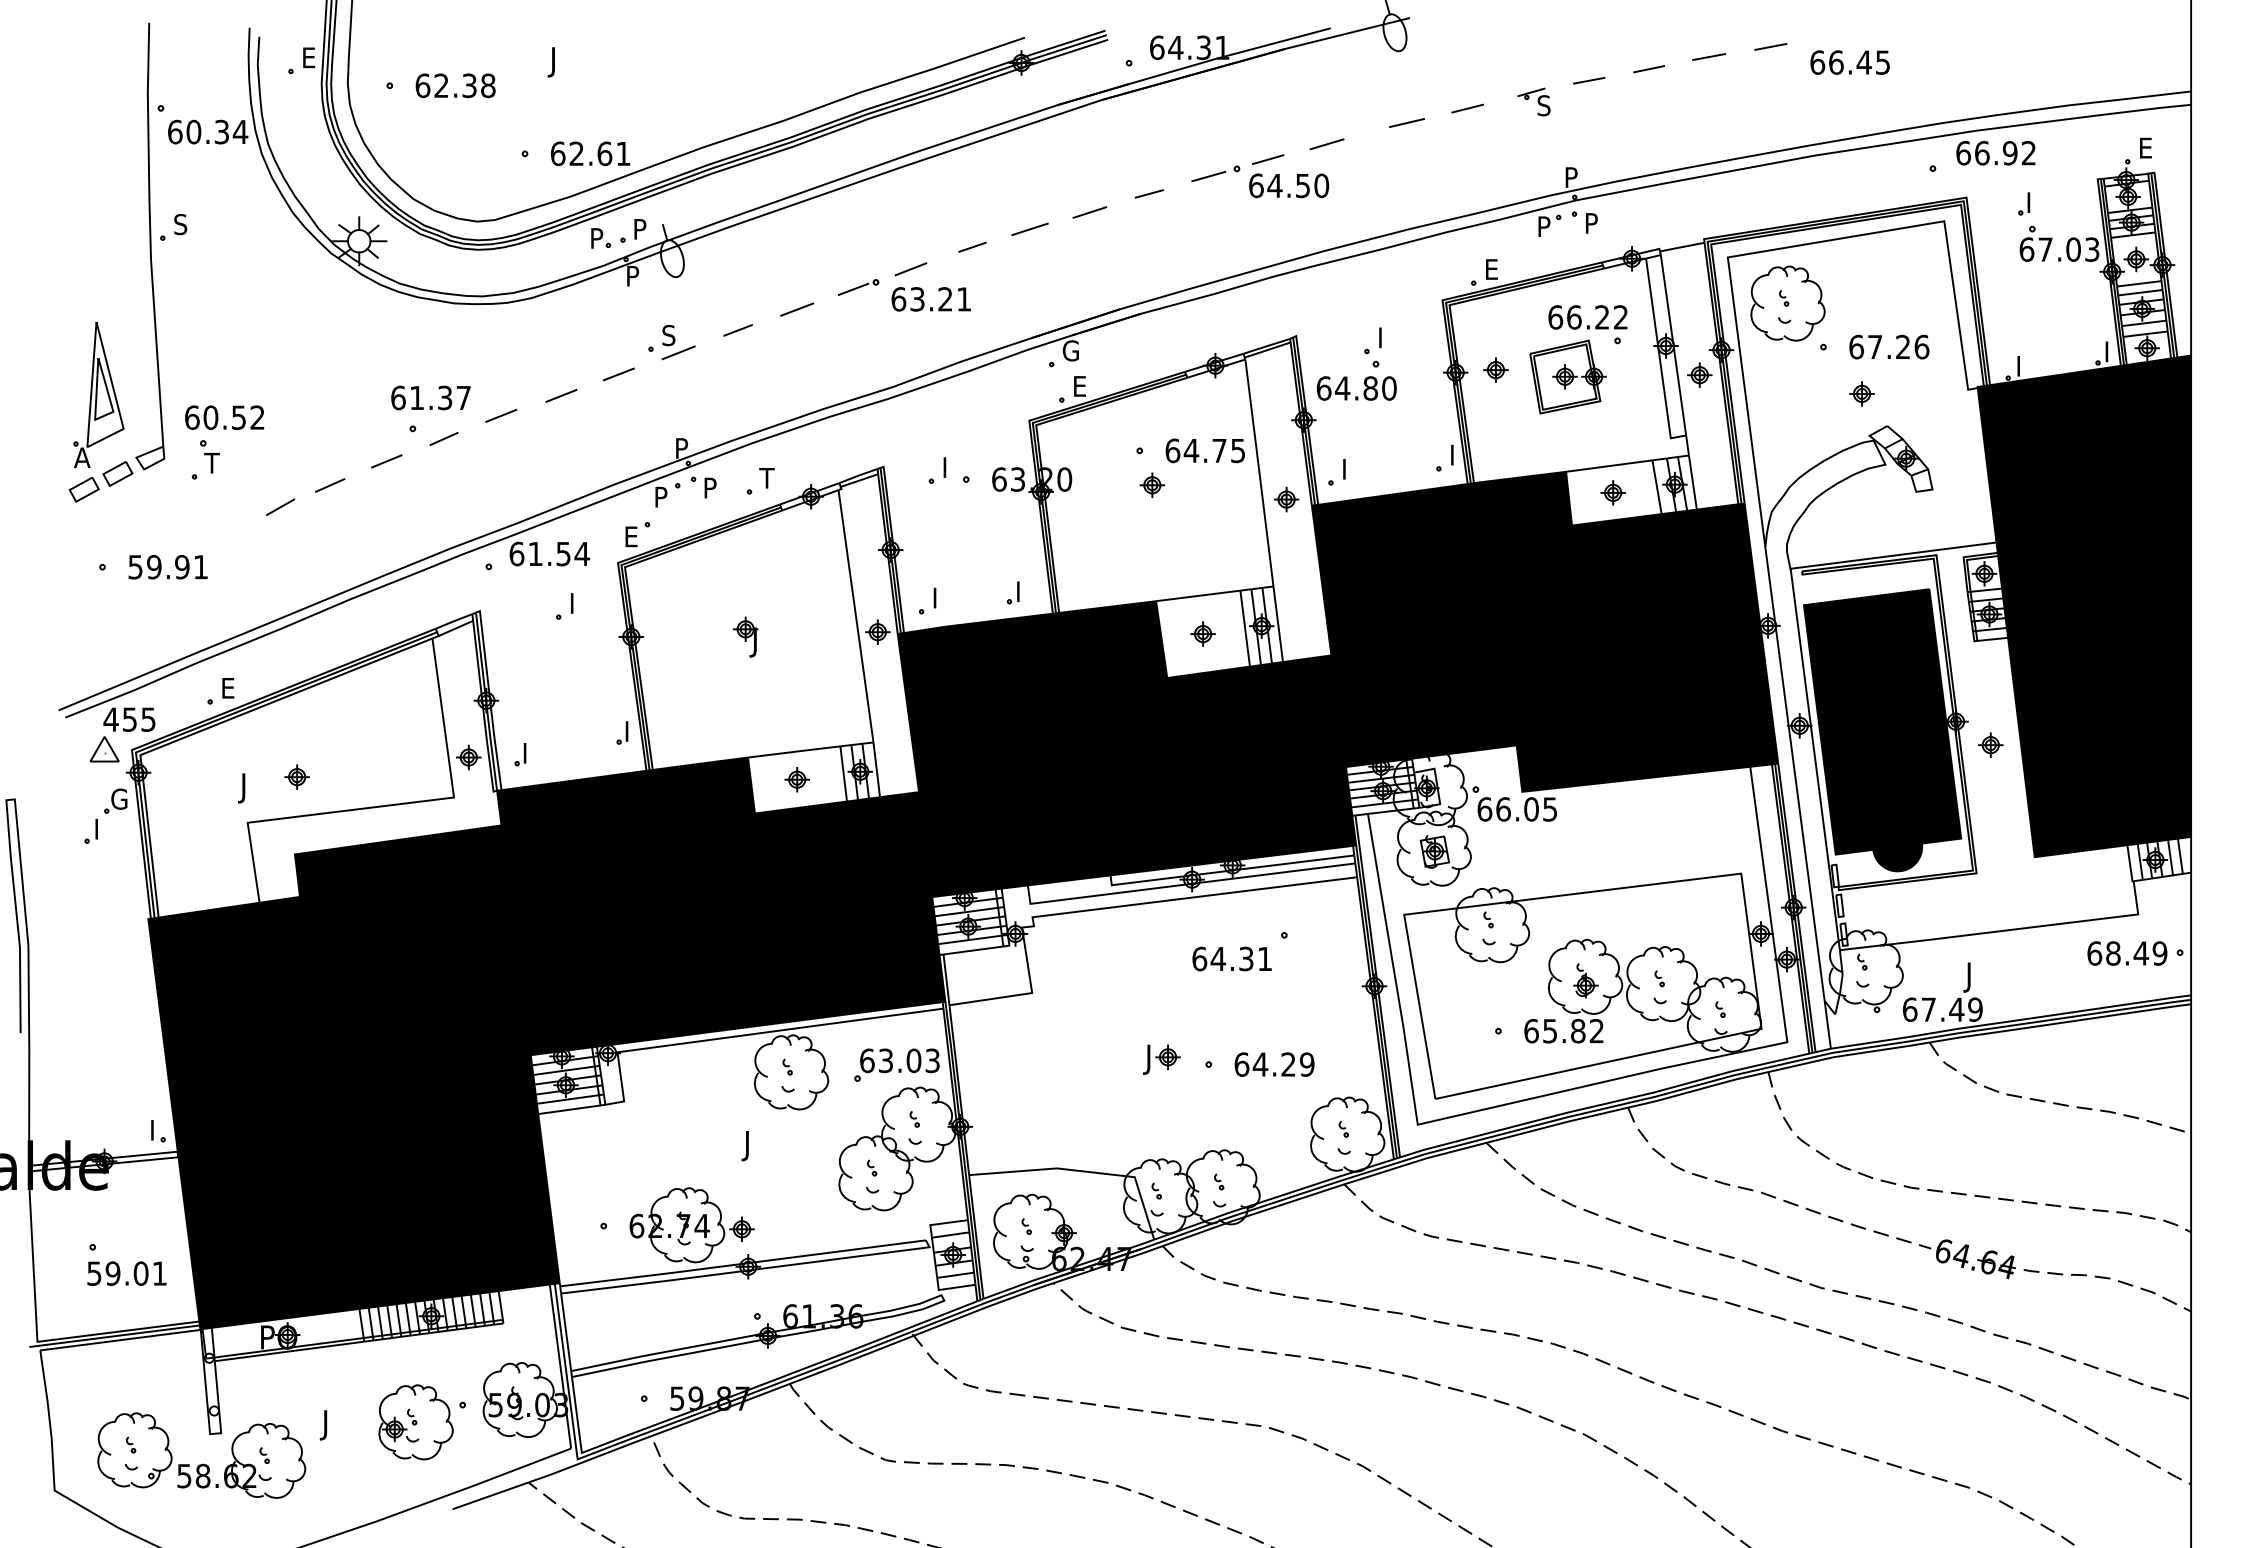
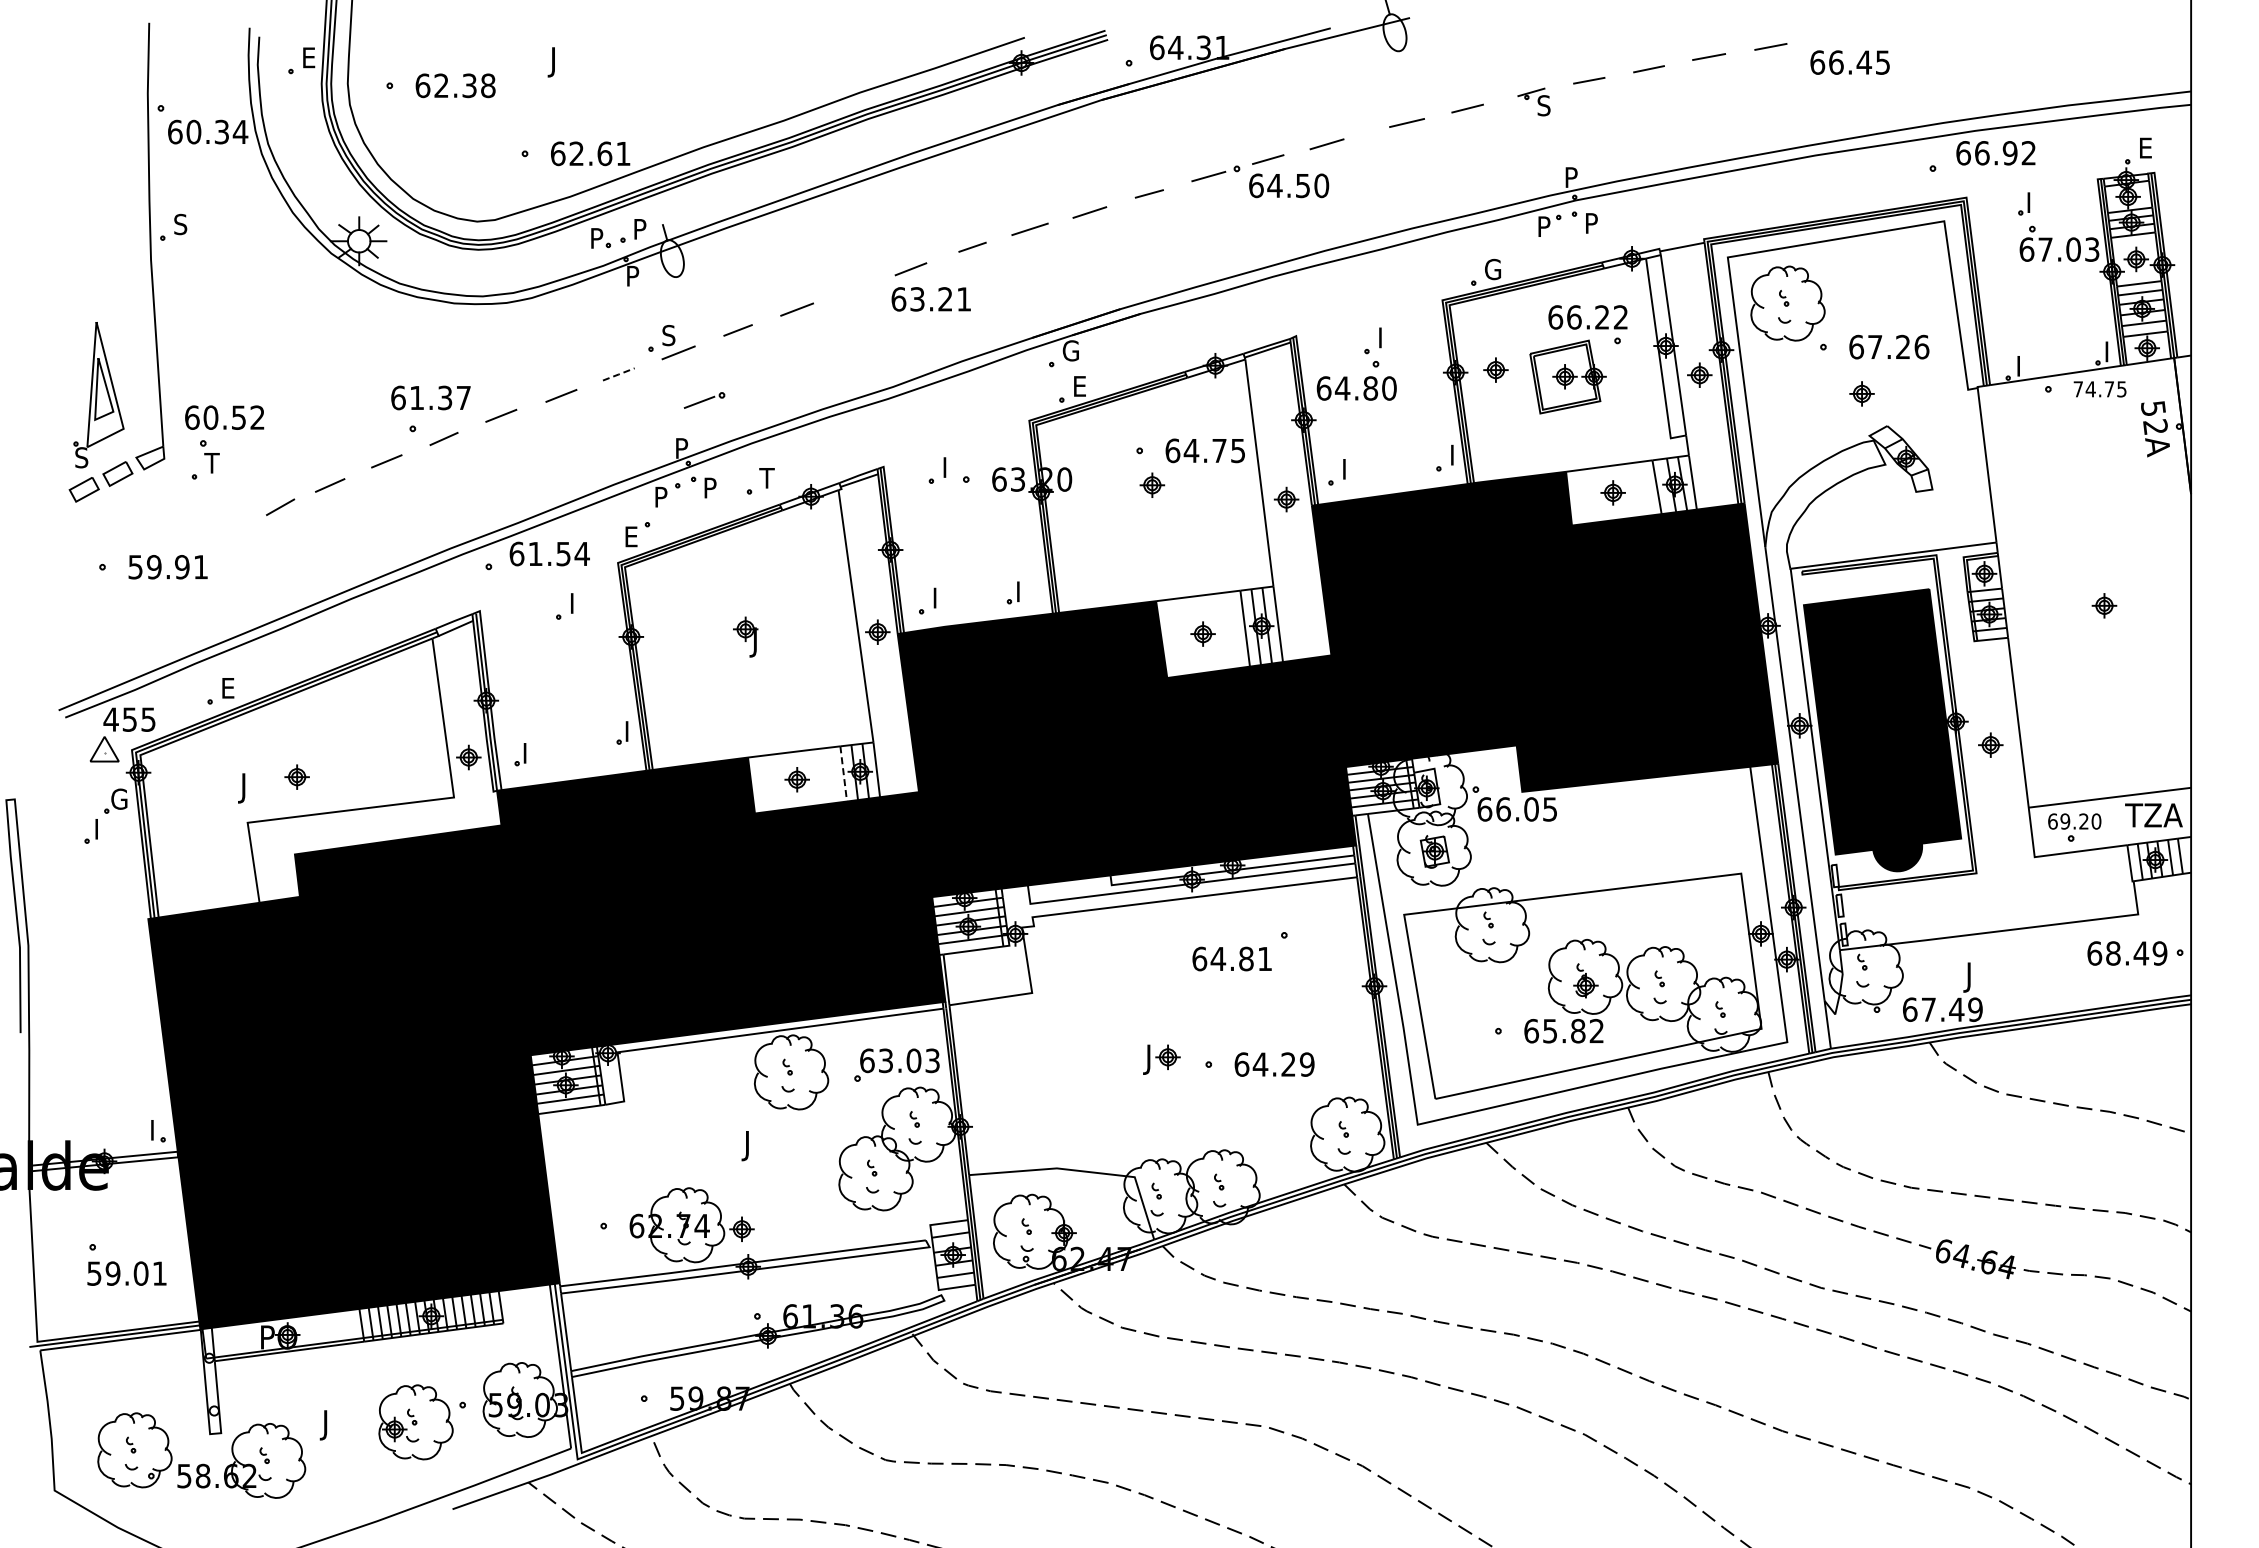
text at (1493, 269): E -> G
part at (858, 287) position: (858, 287) -> (704, 400)
line at (618, 374): solid -> dashed
text at (82, 457): A -> S
fill at (2084, 606): present -> none
line at (843, 773): solid -> dashed
text at (1246, 958): 64.31 -> 64.81
